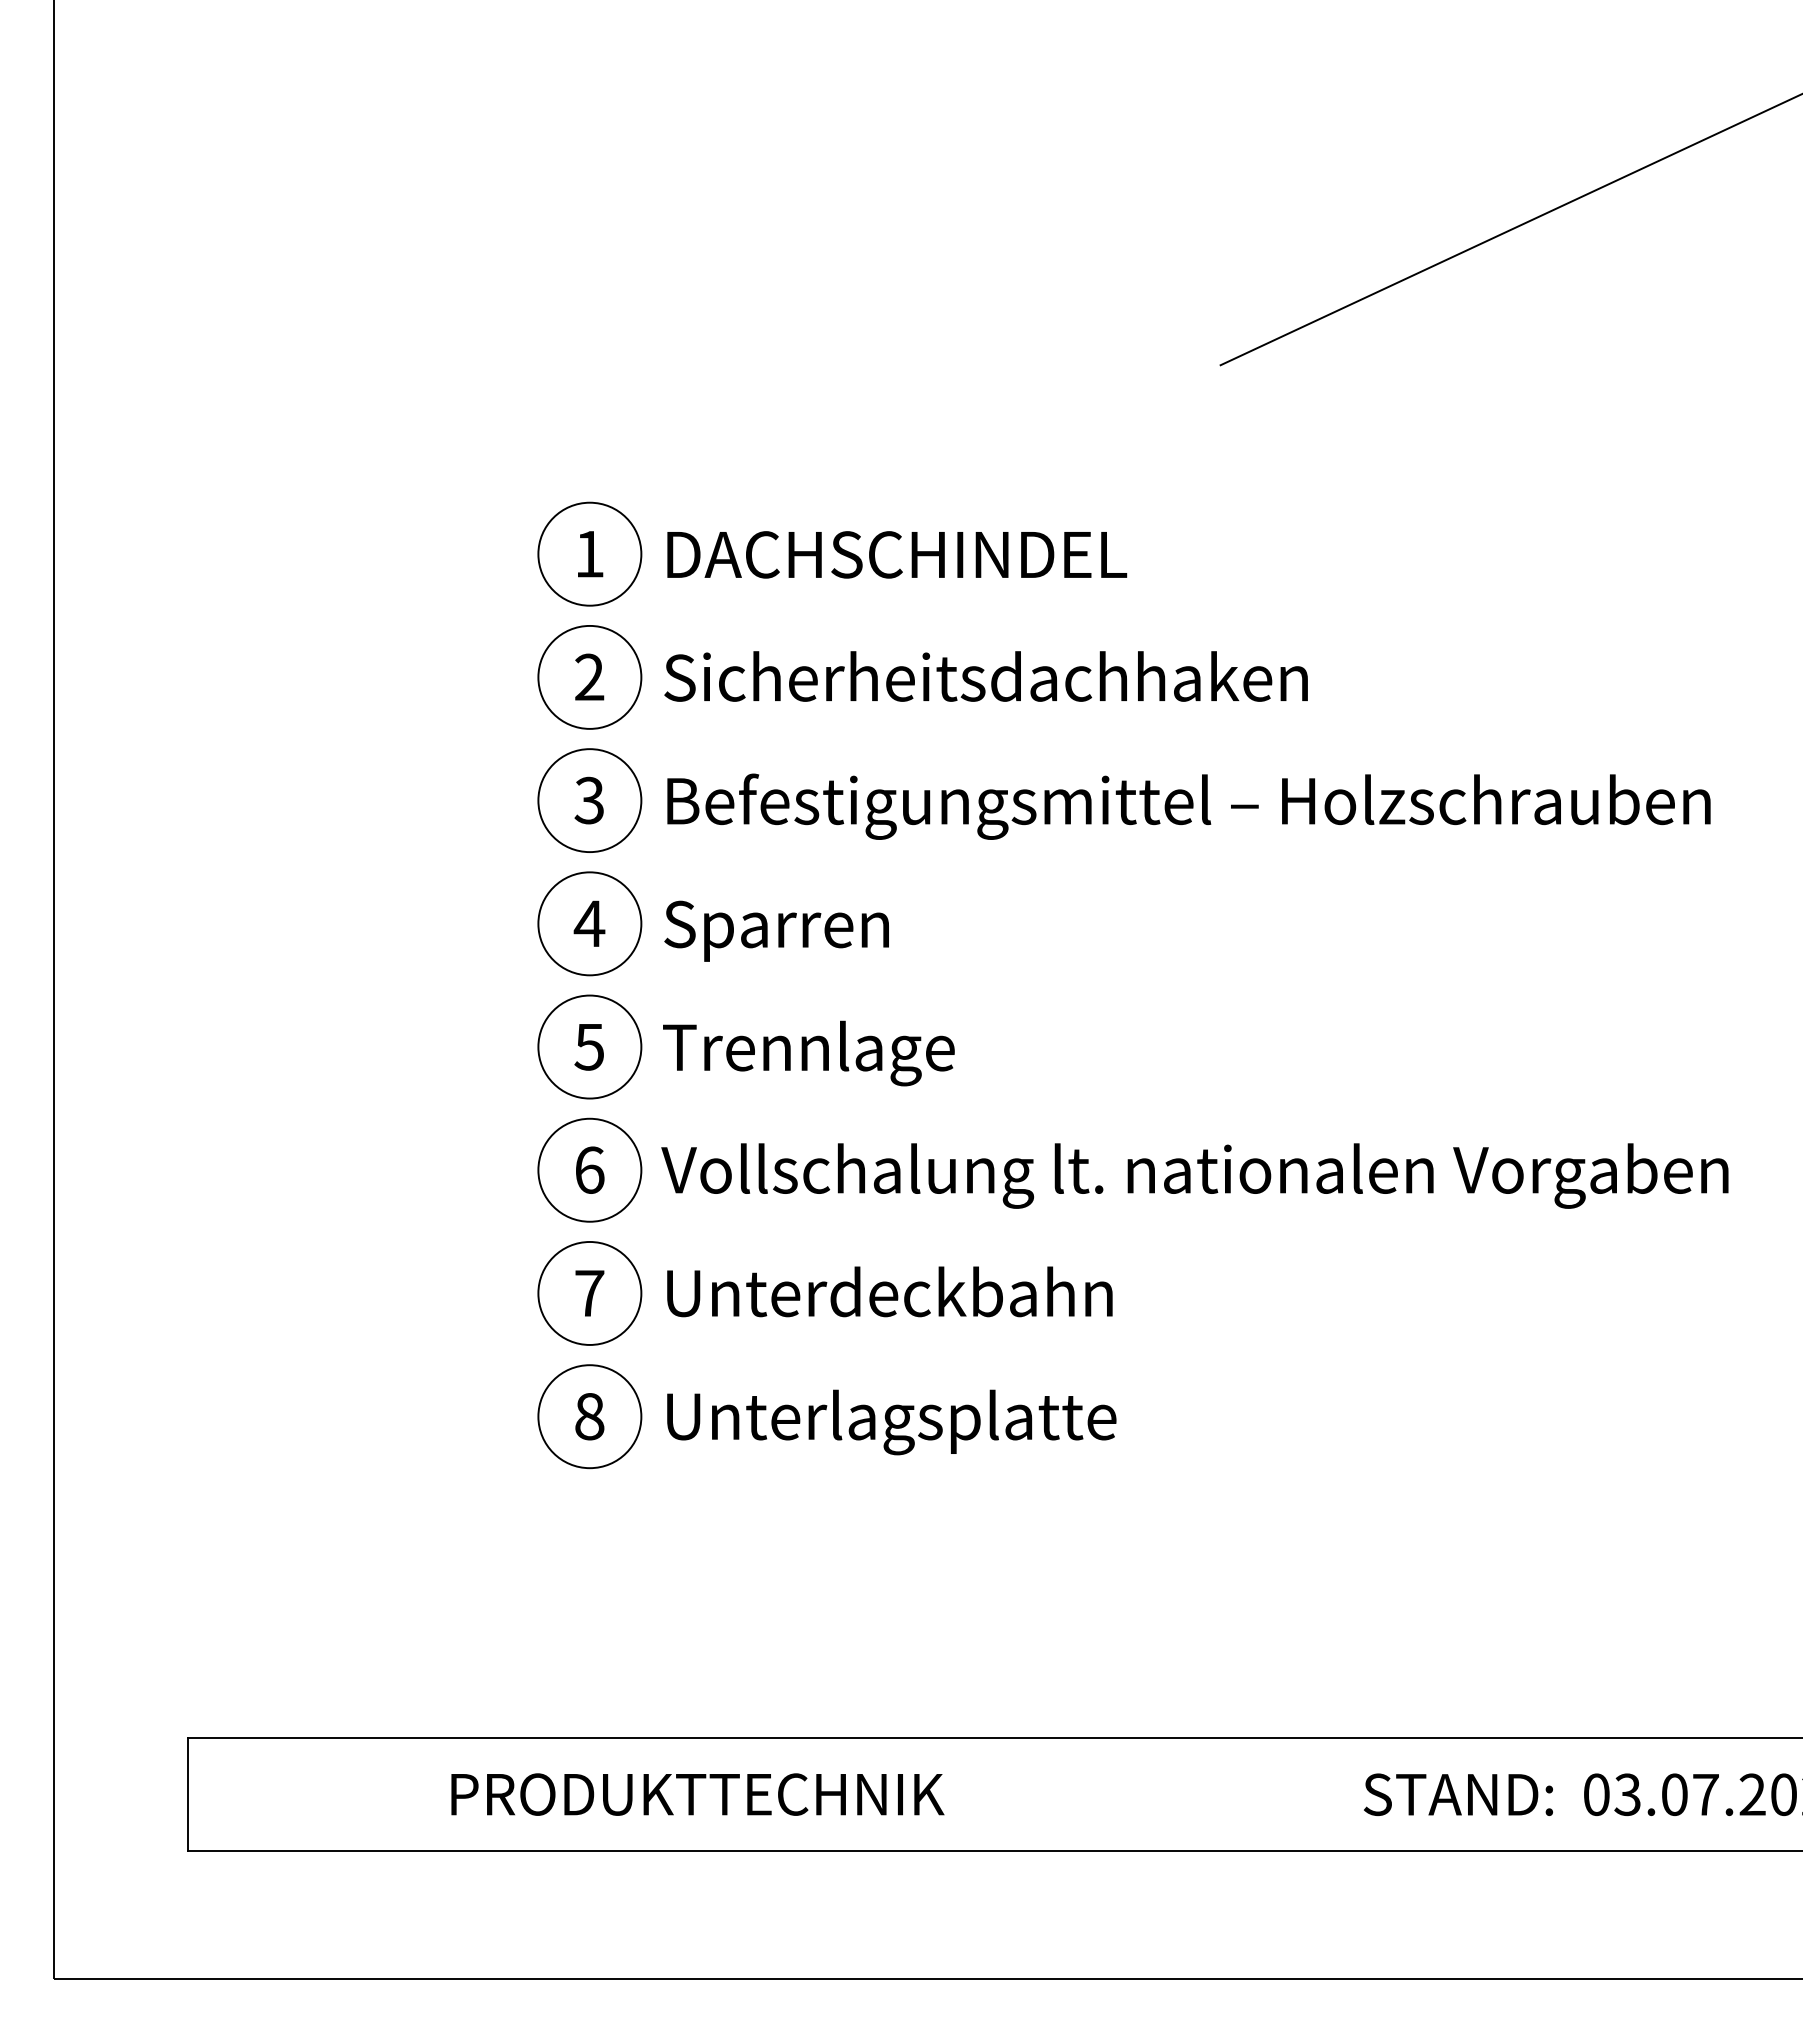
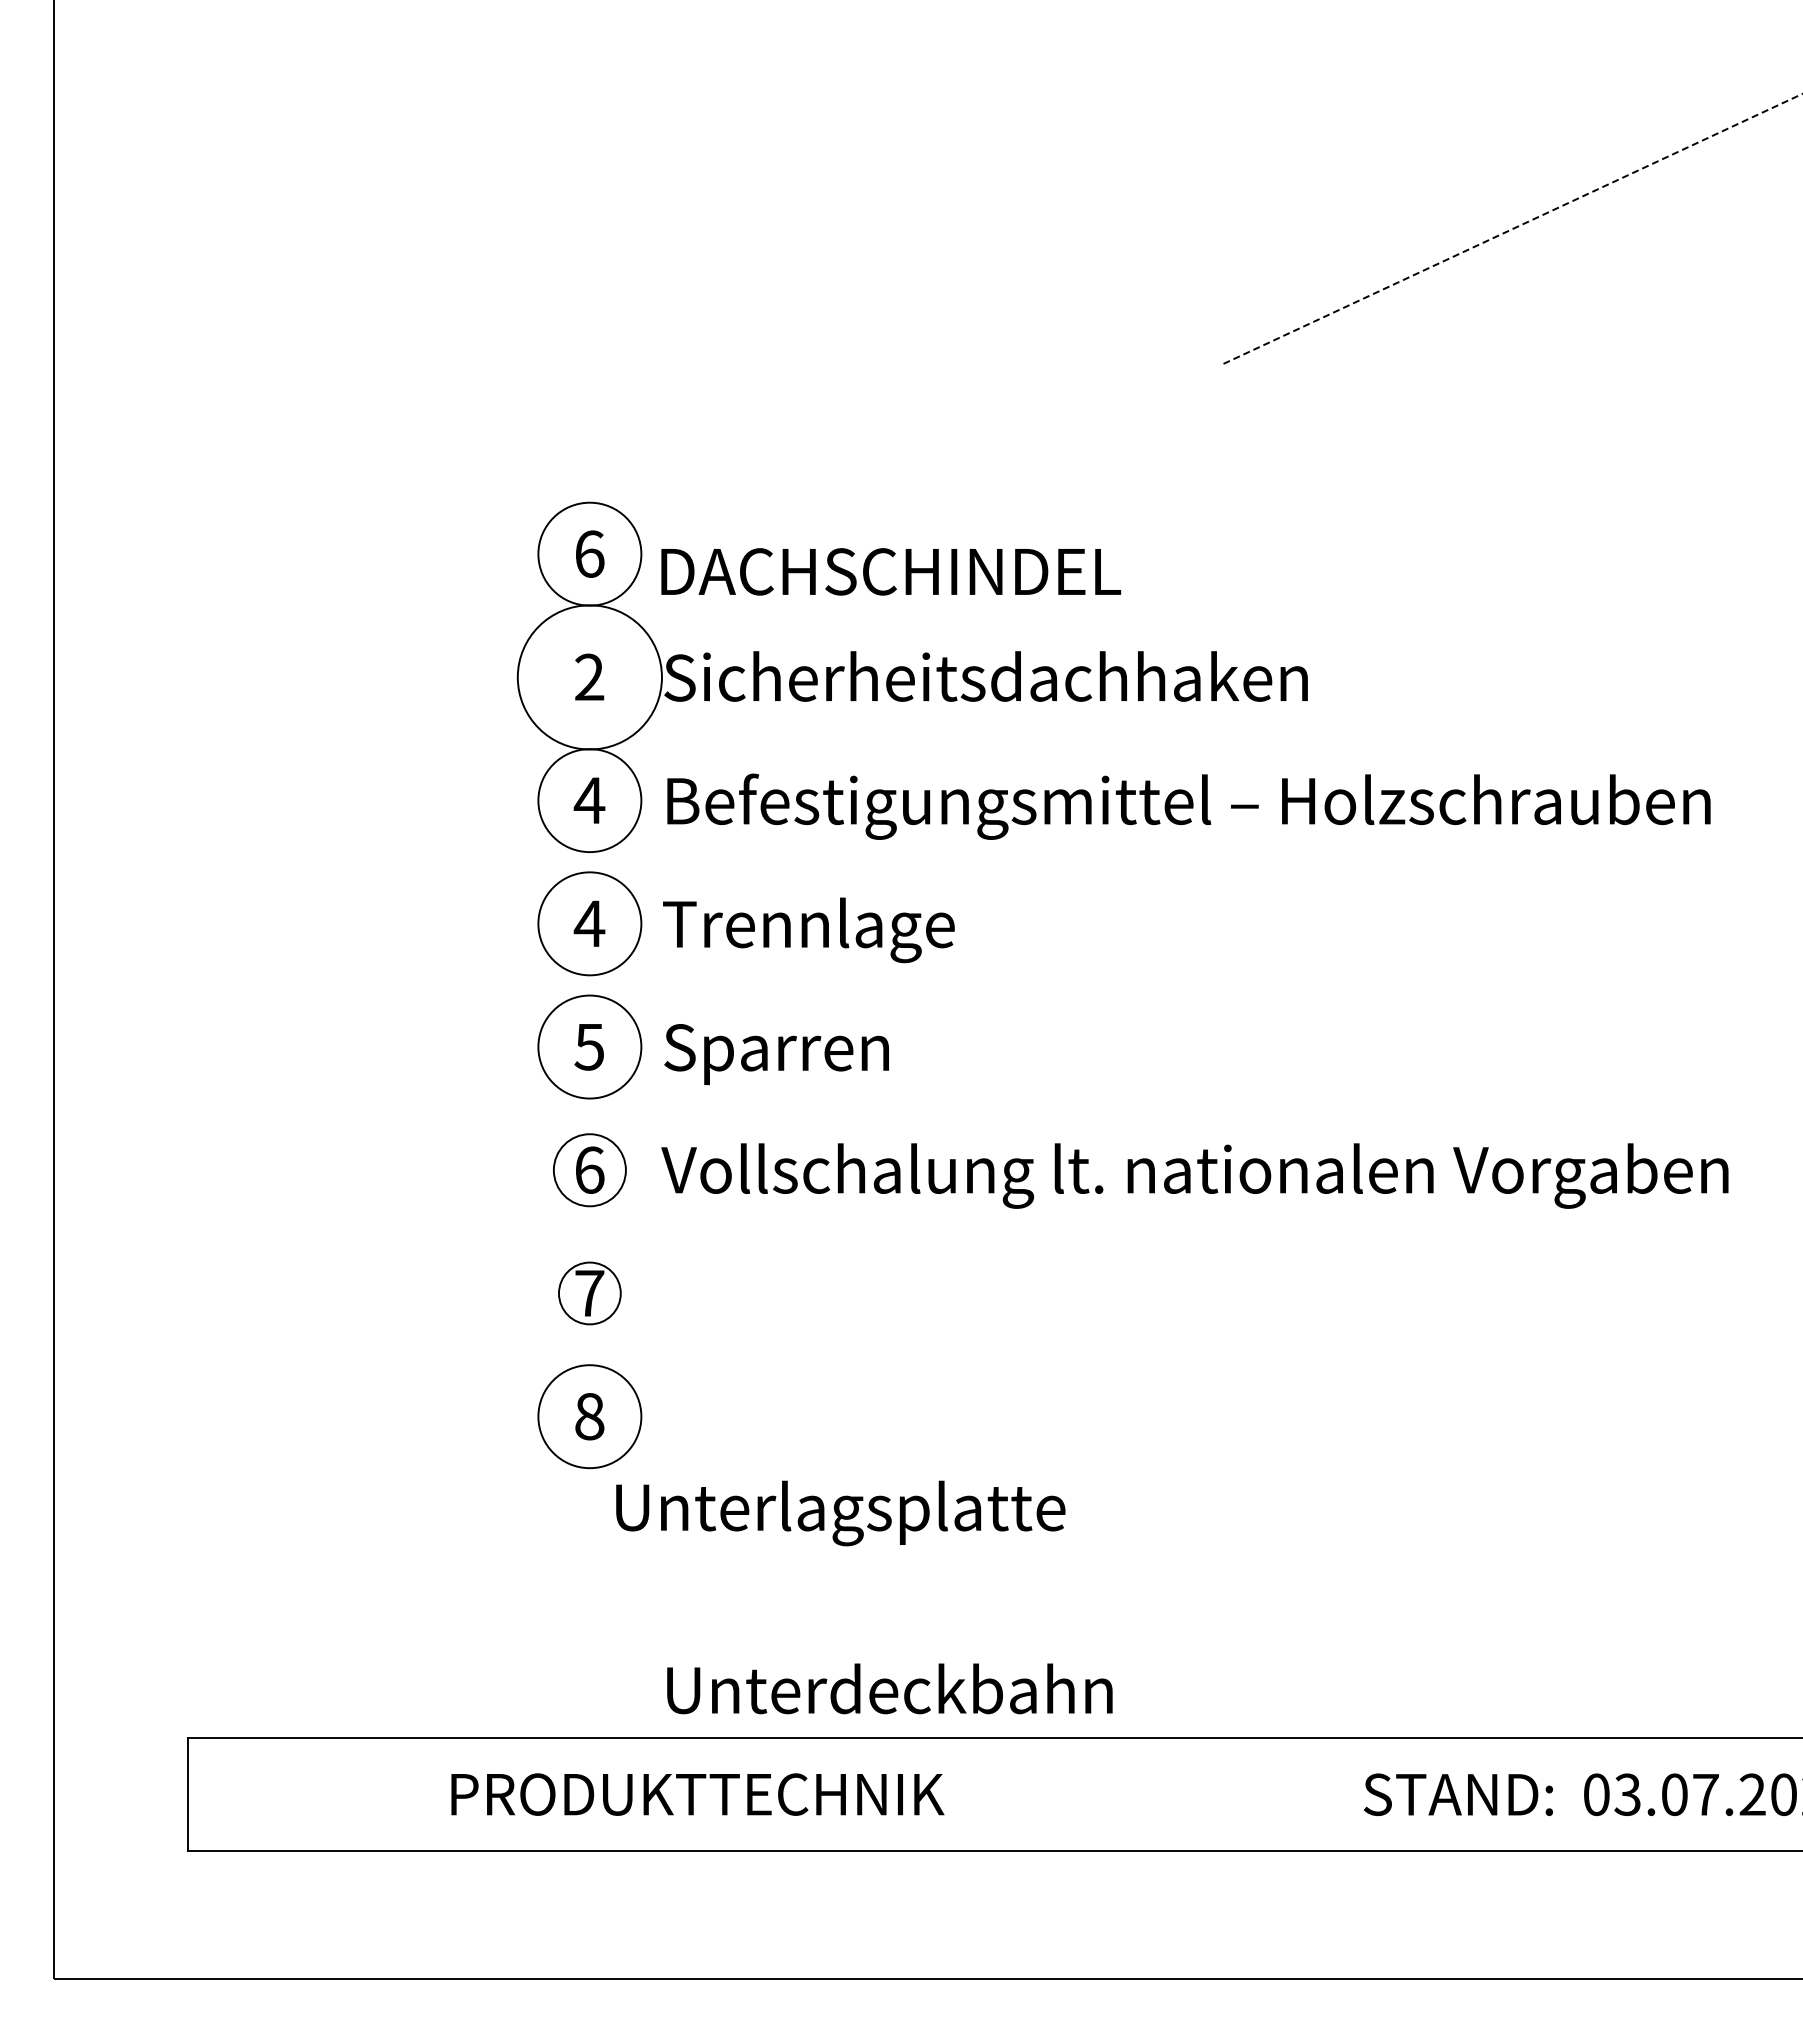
line at (1511, 229): solid -> dashed
text at (590, 553): 1 -> 6
text at (897, 554) position: (897, 554) -> (891, 571)
circle at (589, 676) diameter: 103 px -> 144 px
text at (589, 800): 3 -> 4
text at (808, 930): Sparren -> Trennlage
text at (808, 1053): Trennlage -> Sparren
circle at (589, 1169) diameter: 103 px -> 72 px
text at (889, 1291) position: (889, 1291) -> (889, 1688)
circle at (589, 1292) diameter: 103 px -> 62 px
text at (891, 1422) position: (891, 1422) -> (840, 1513)
